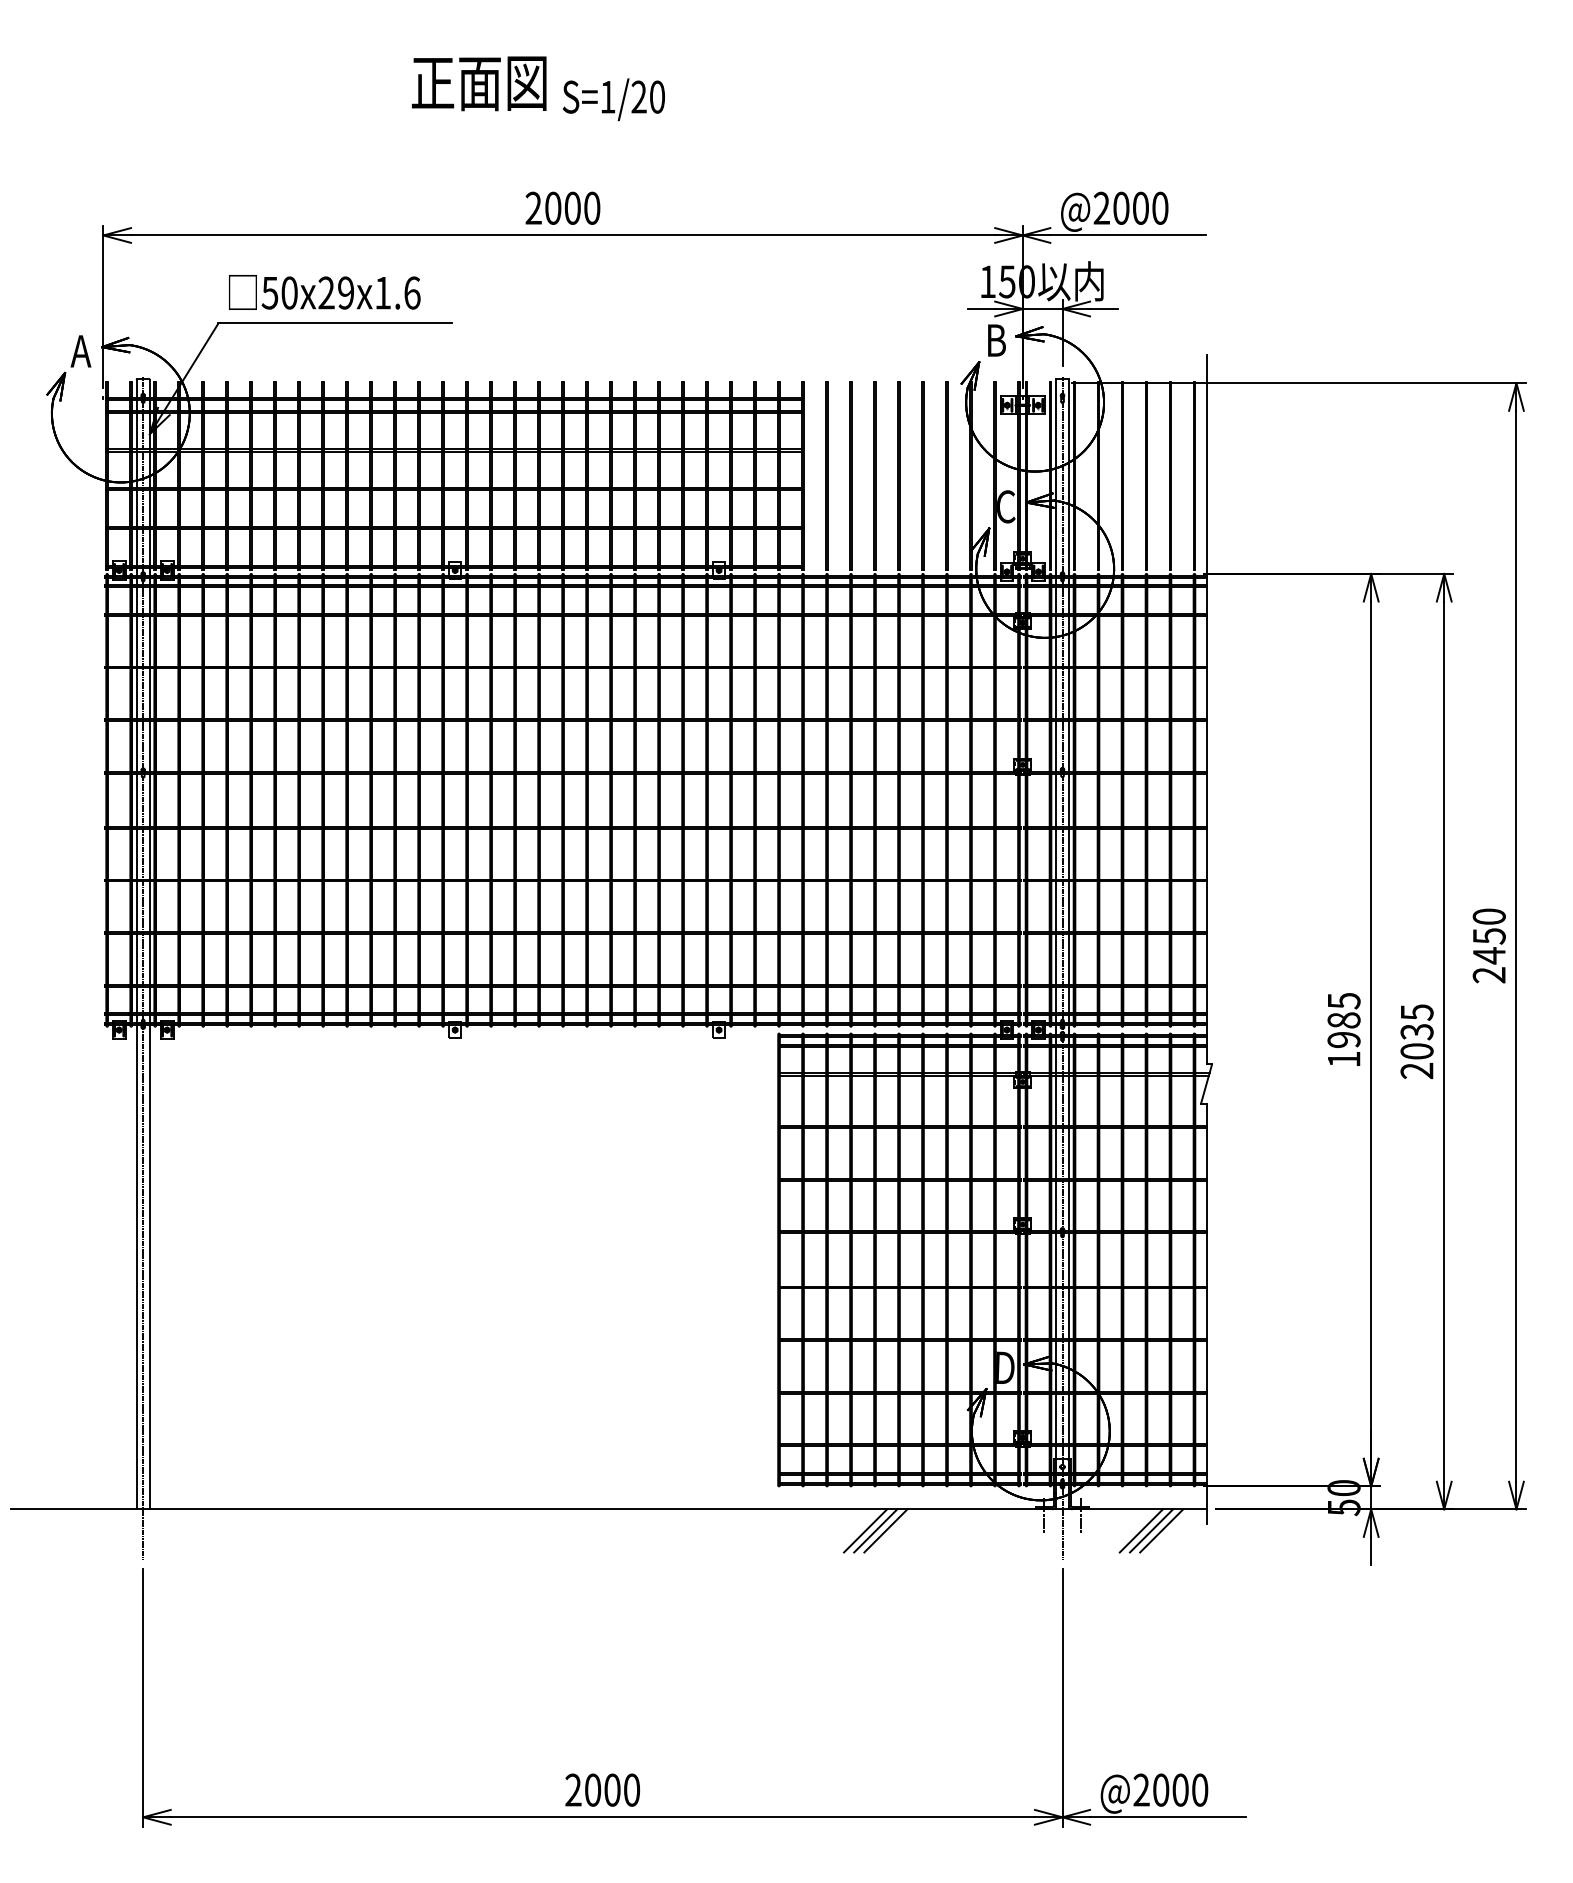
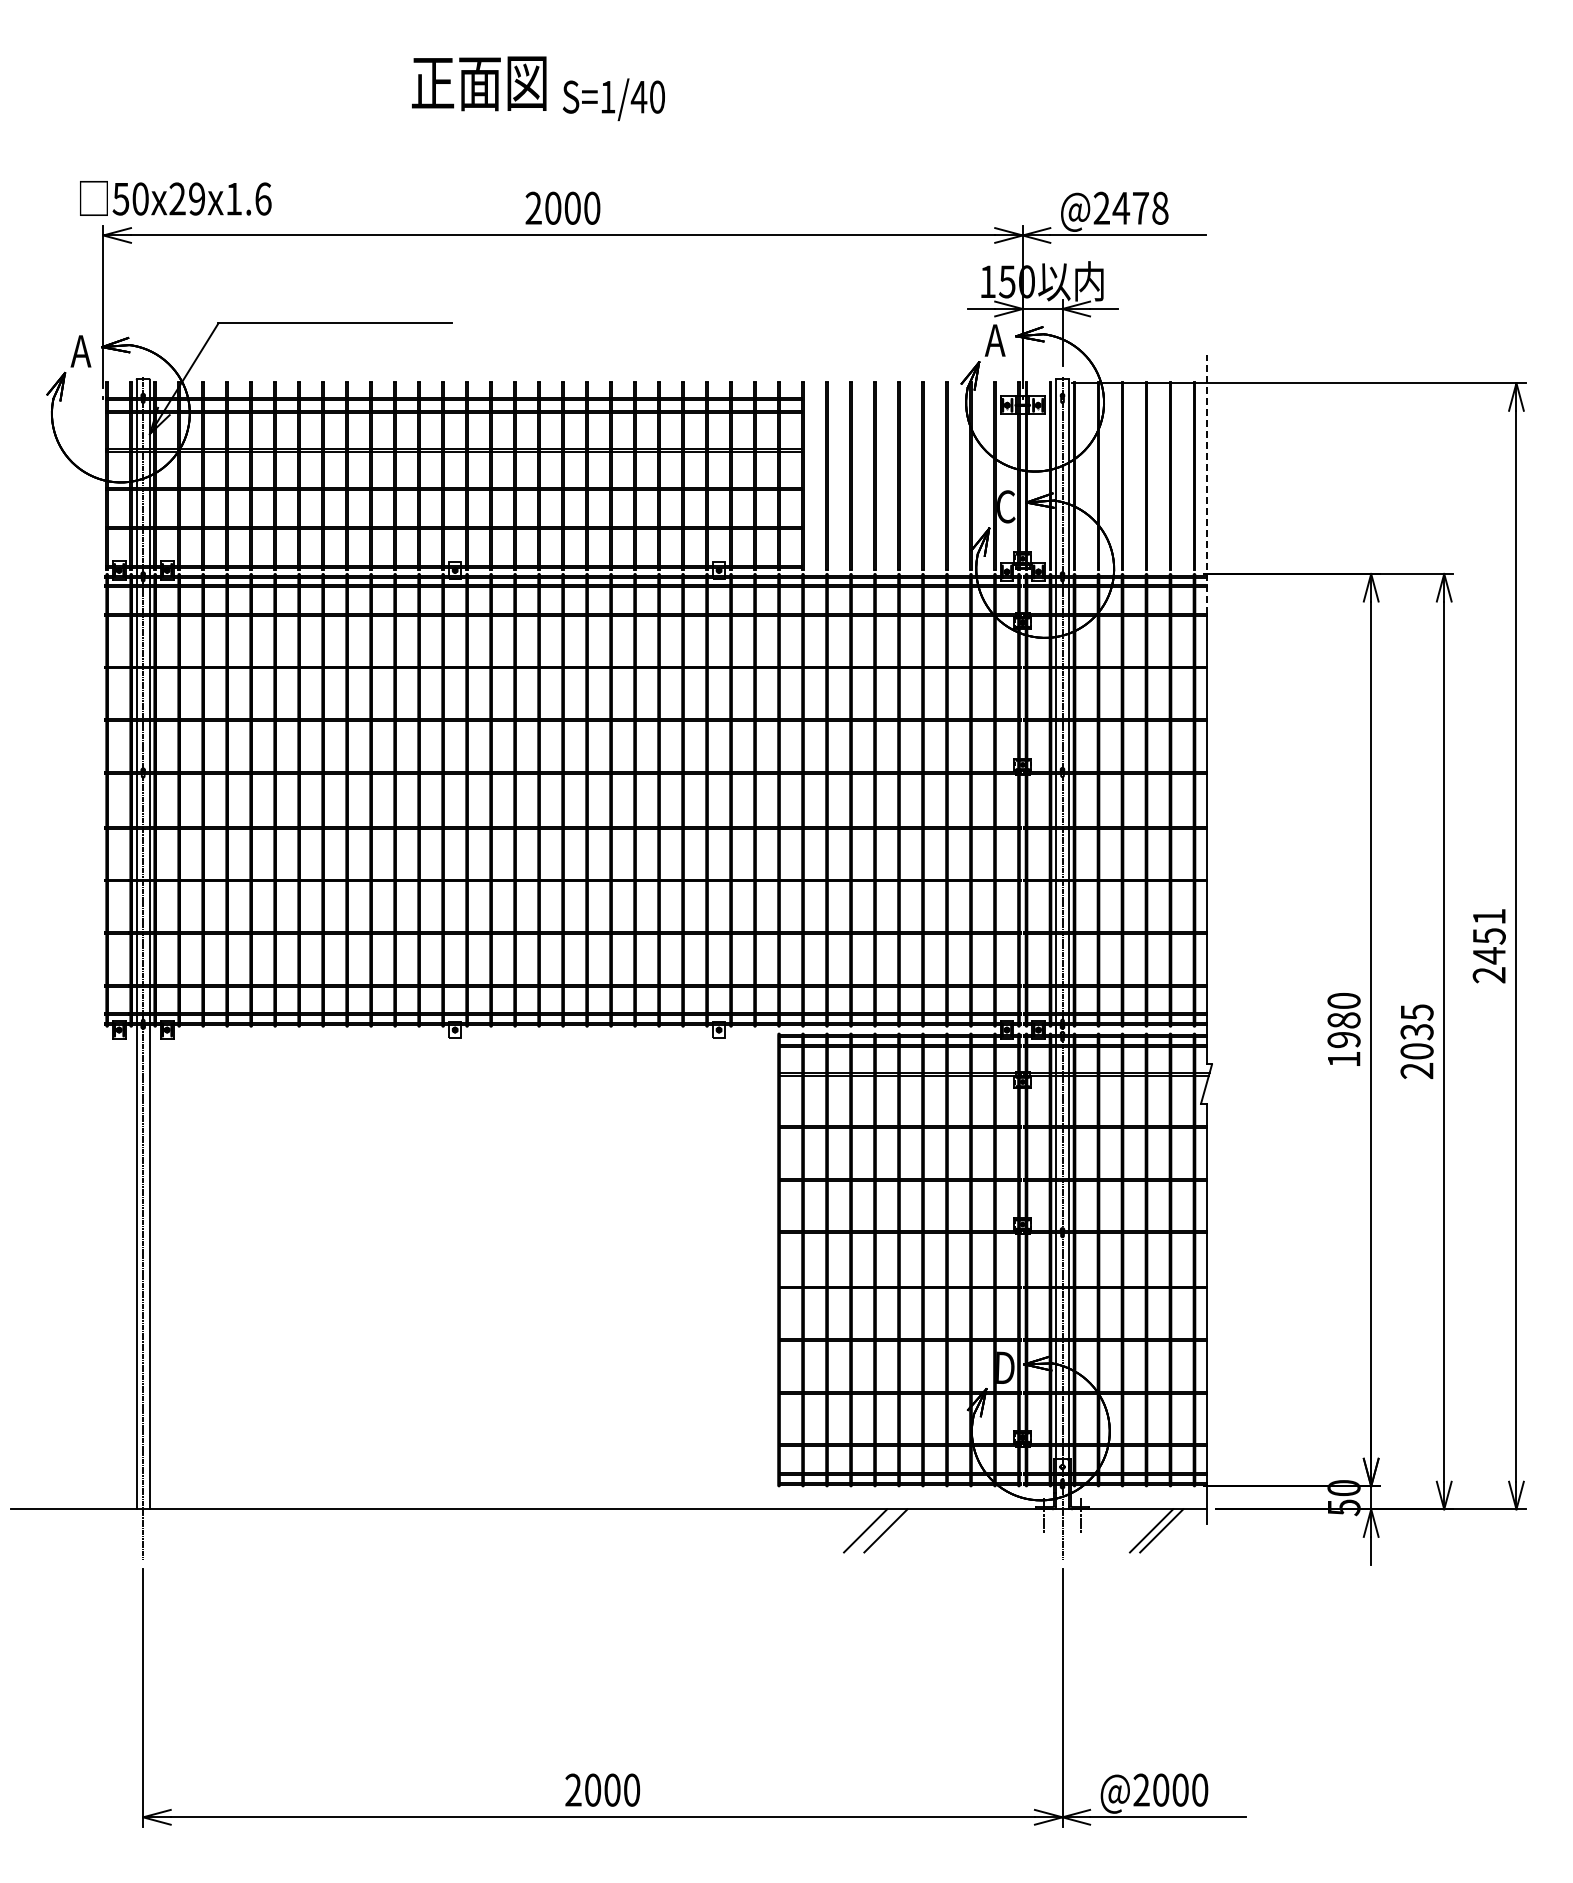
text at (638, 96): S=1/20 -> S=1/40
text at (1140, 207): @2000 -> @2478
text at (324, 292) position: (324, 292) -> (175, 198)
text at (994, 340): B -> A
line at (1206, 484): solid -> dashed
text at (1488, 916): 2450 -> 2451
text at (1343, 1001): 1985 -> 1980
line at (875, 1530): present -> none
line at (1140, 1530): present -> none
